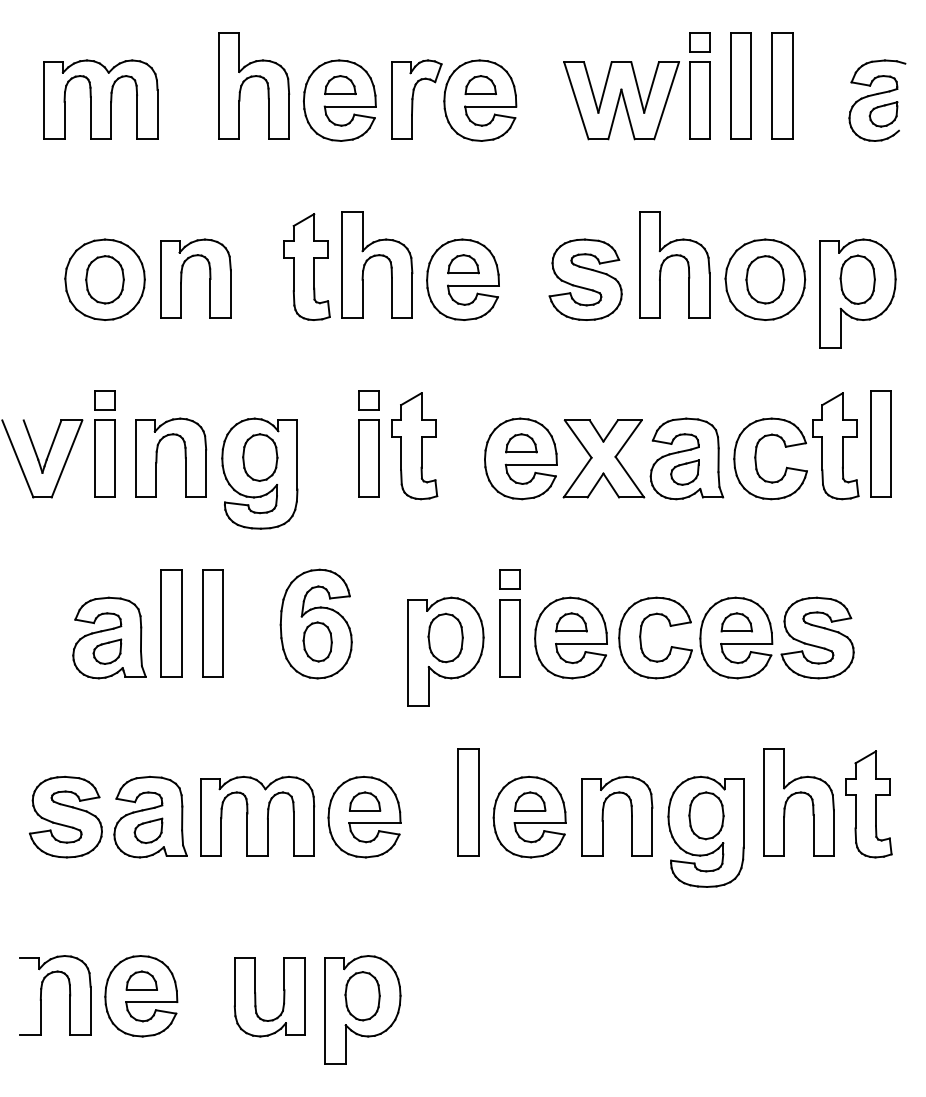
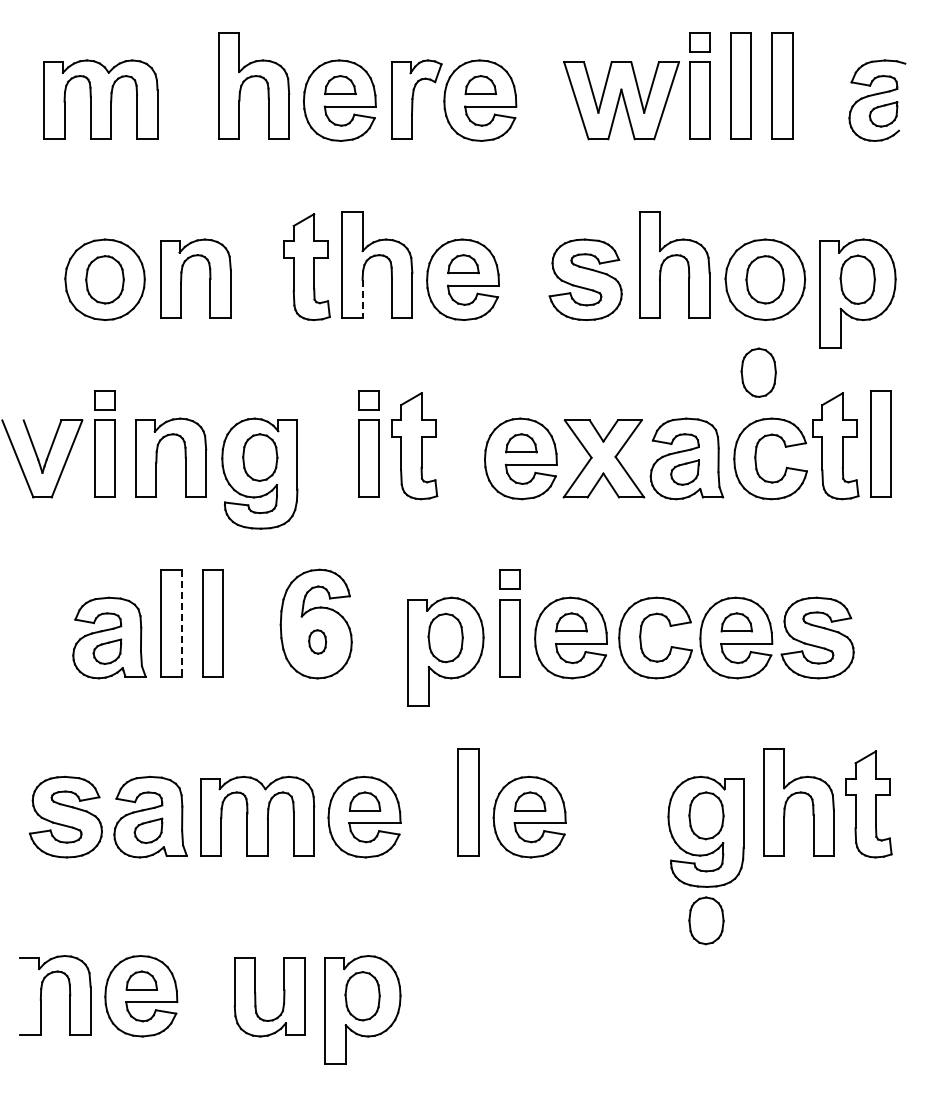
line at (362, 299): solid -> dashed
part at (758, 372): none -> present
line at (181, 623): solid -> dashed
part at (317, 641) size: 31x42 px -> 20x26 px
part at (603, 815): present -> none
part at (706, 920): none -> present
